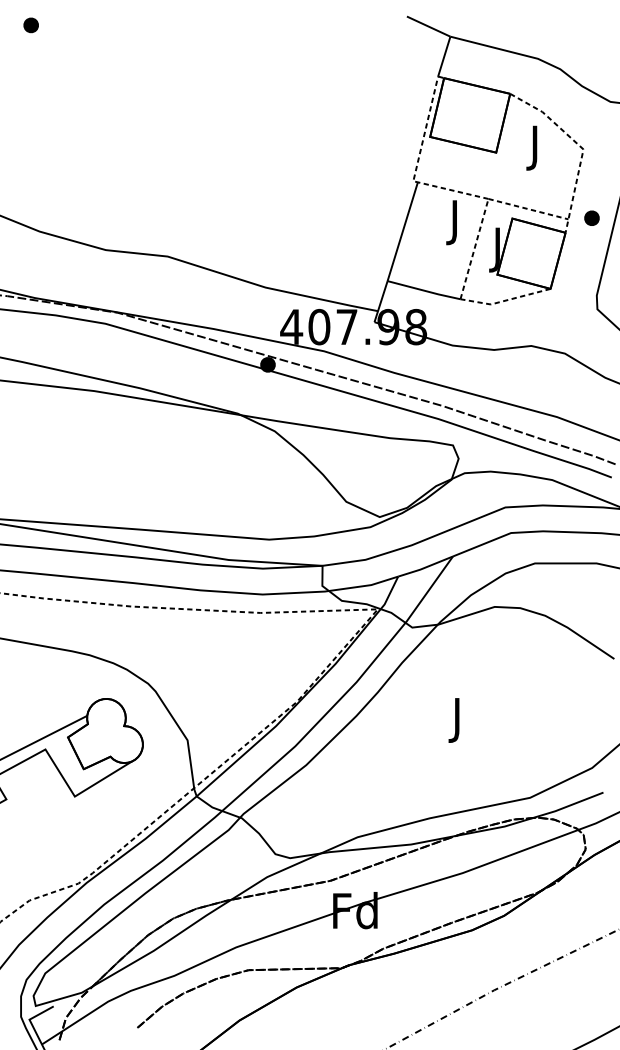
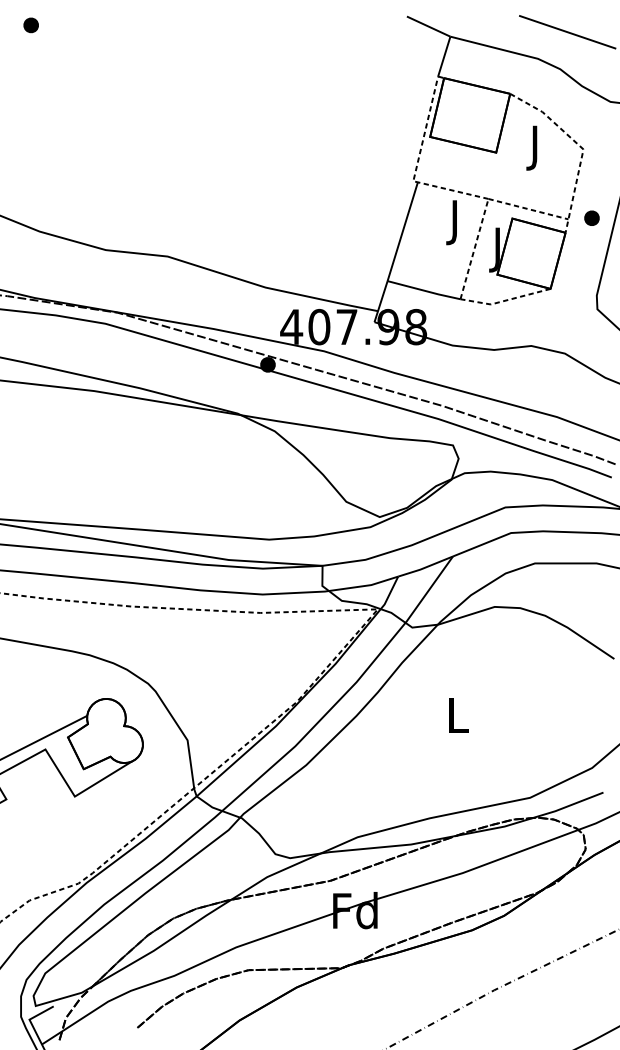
line at (567, 32): none -> present
text at (458, 720): J -> L
